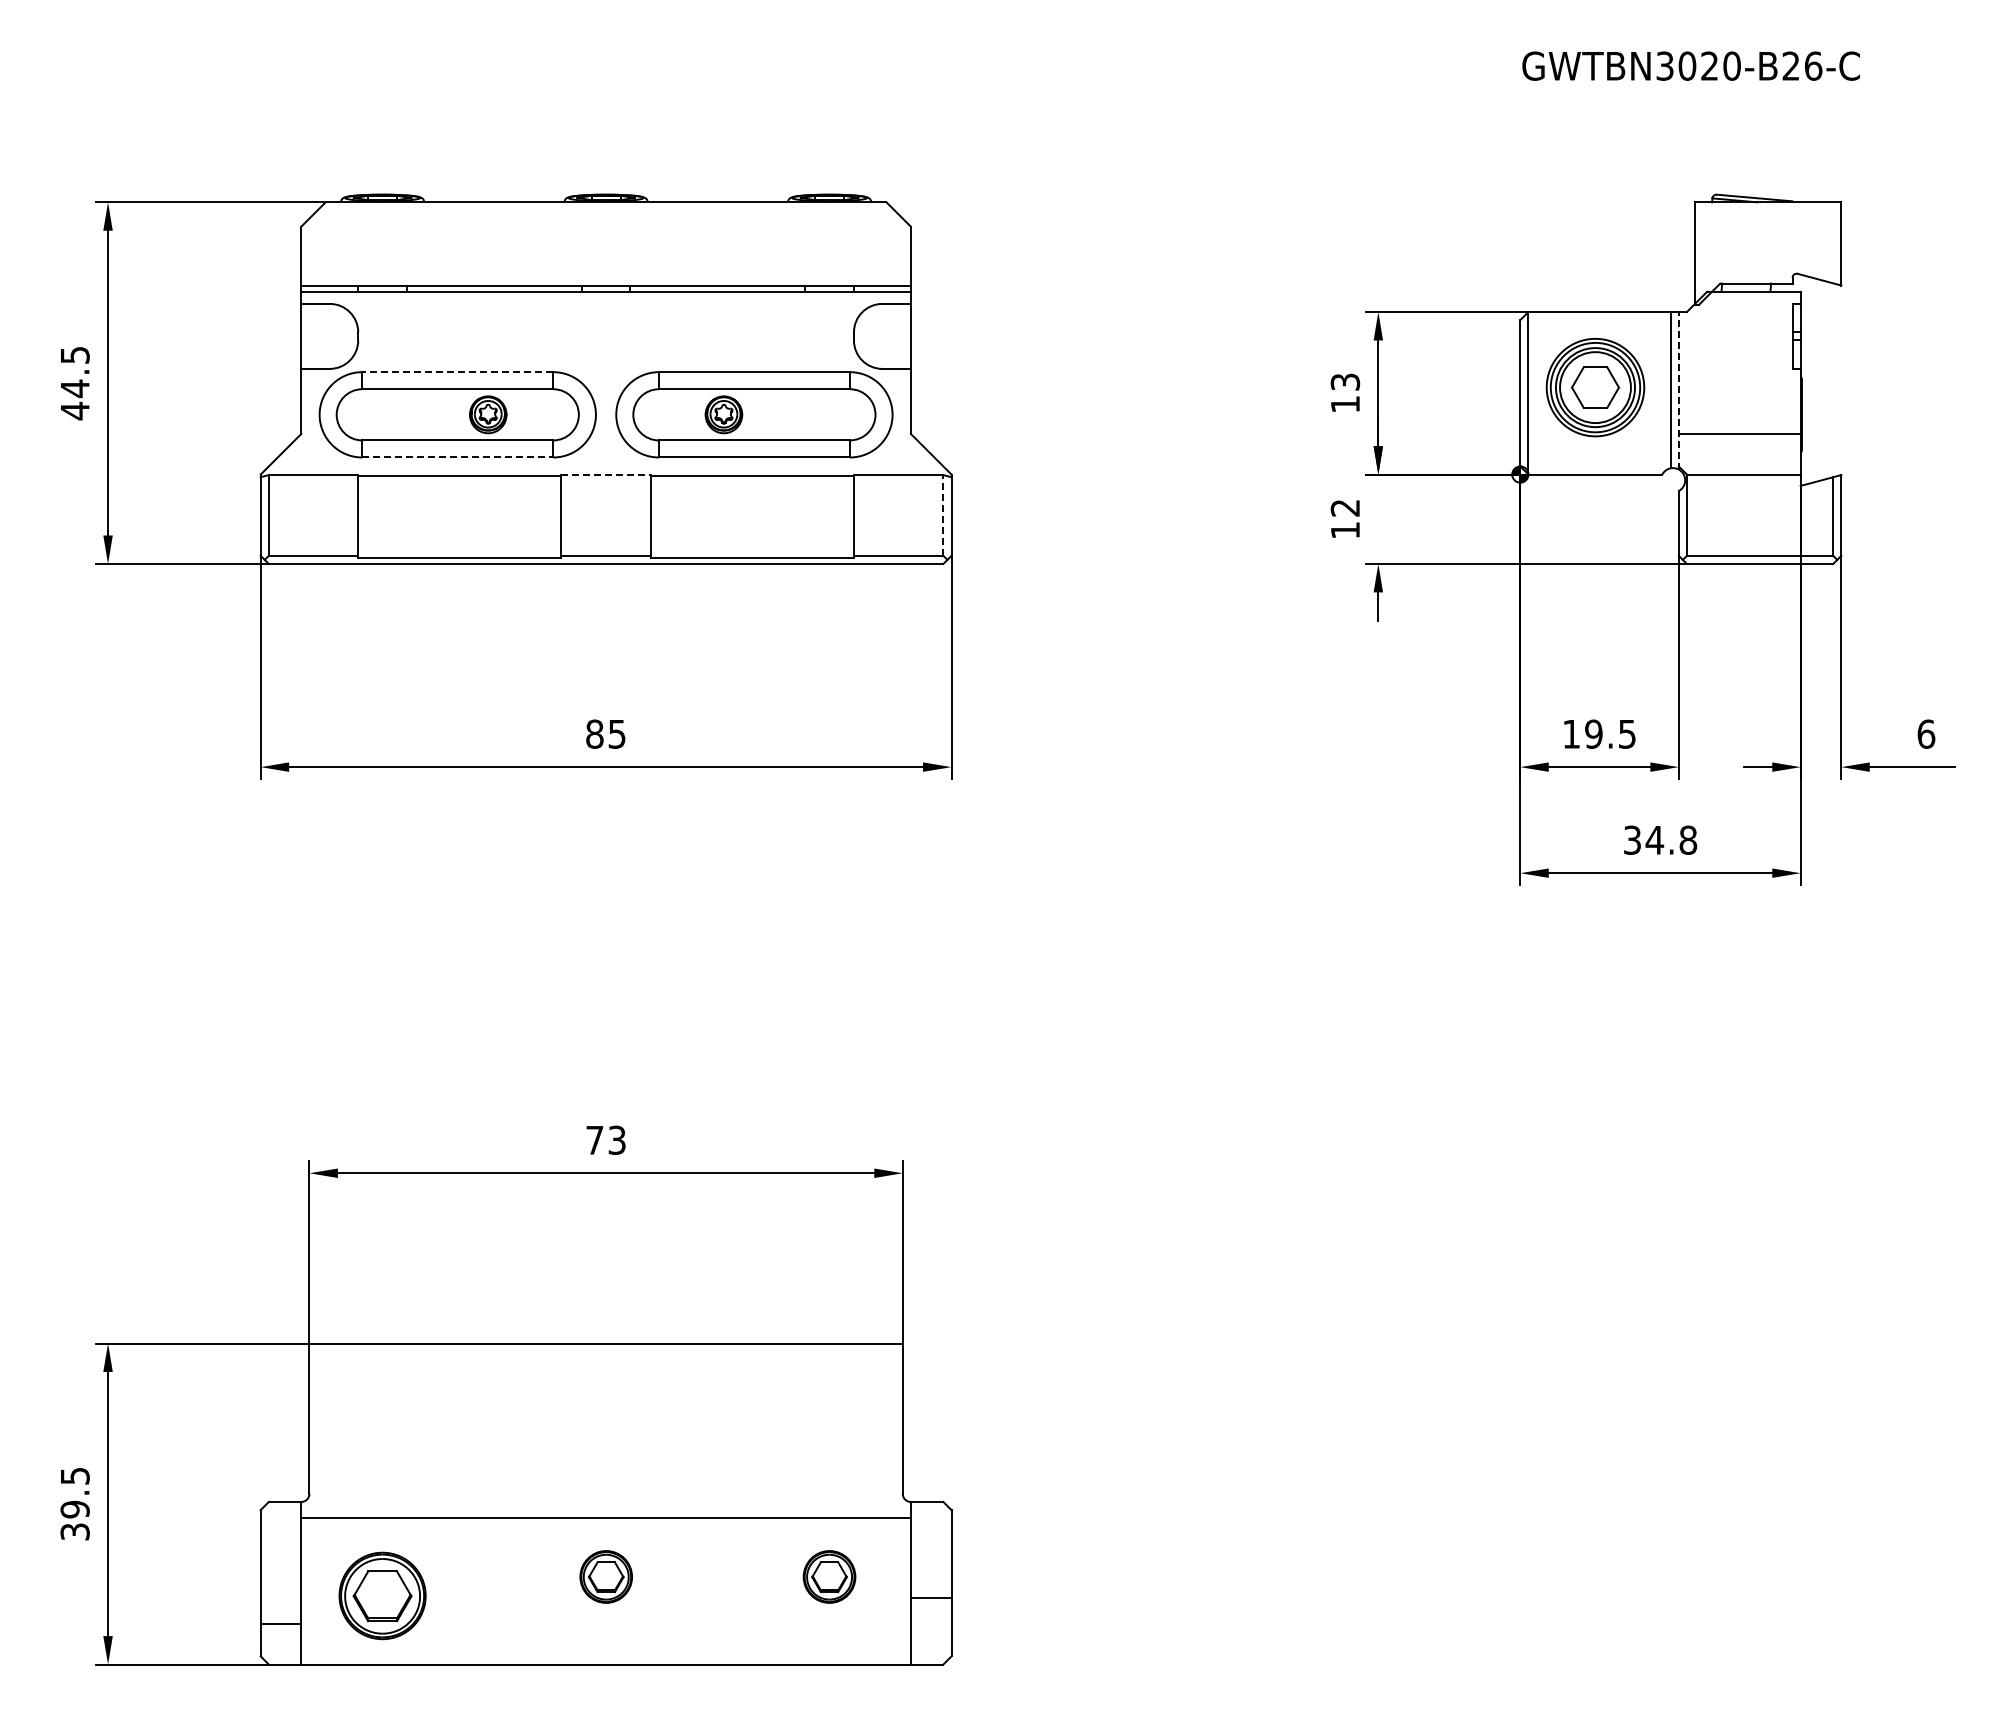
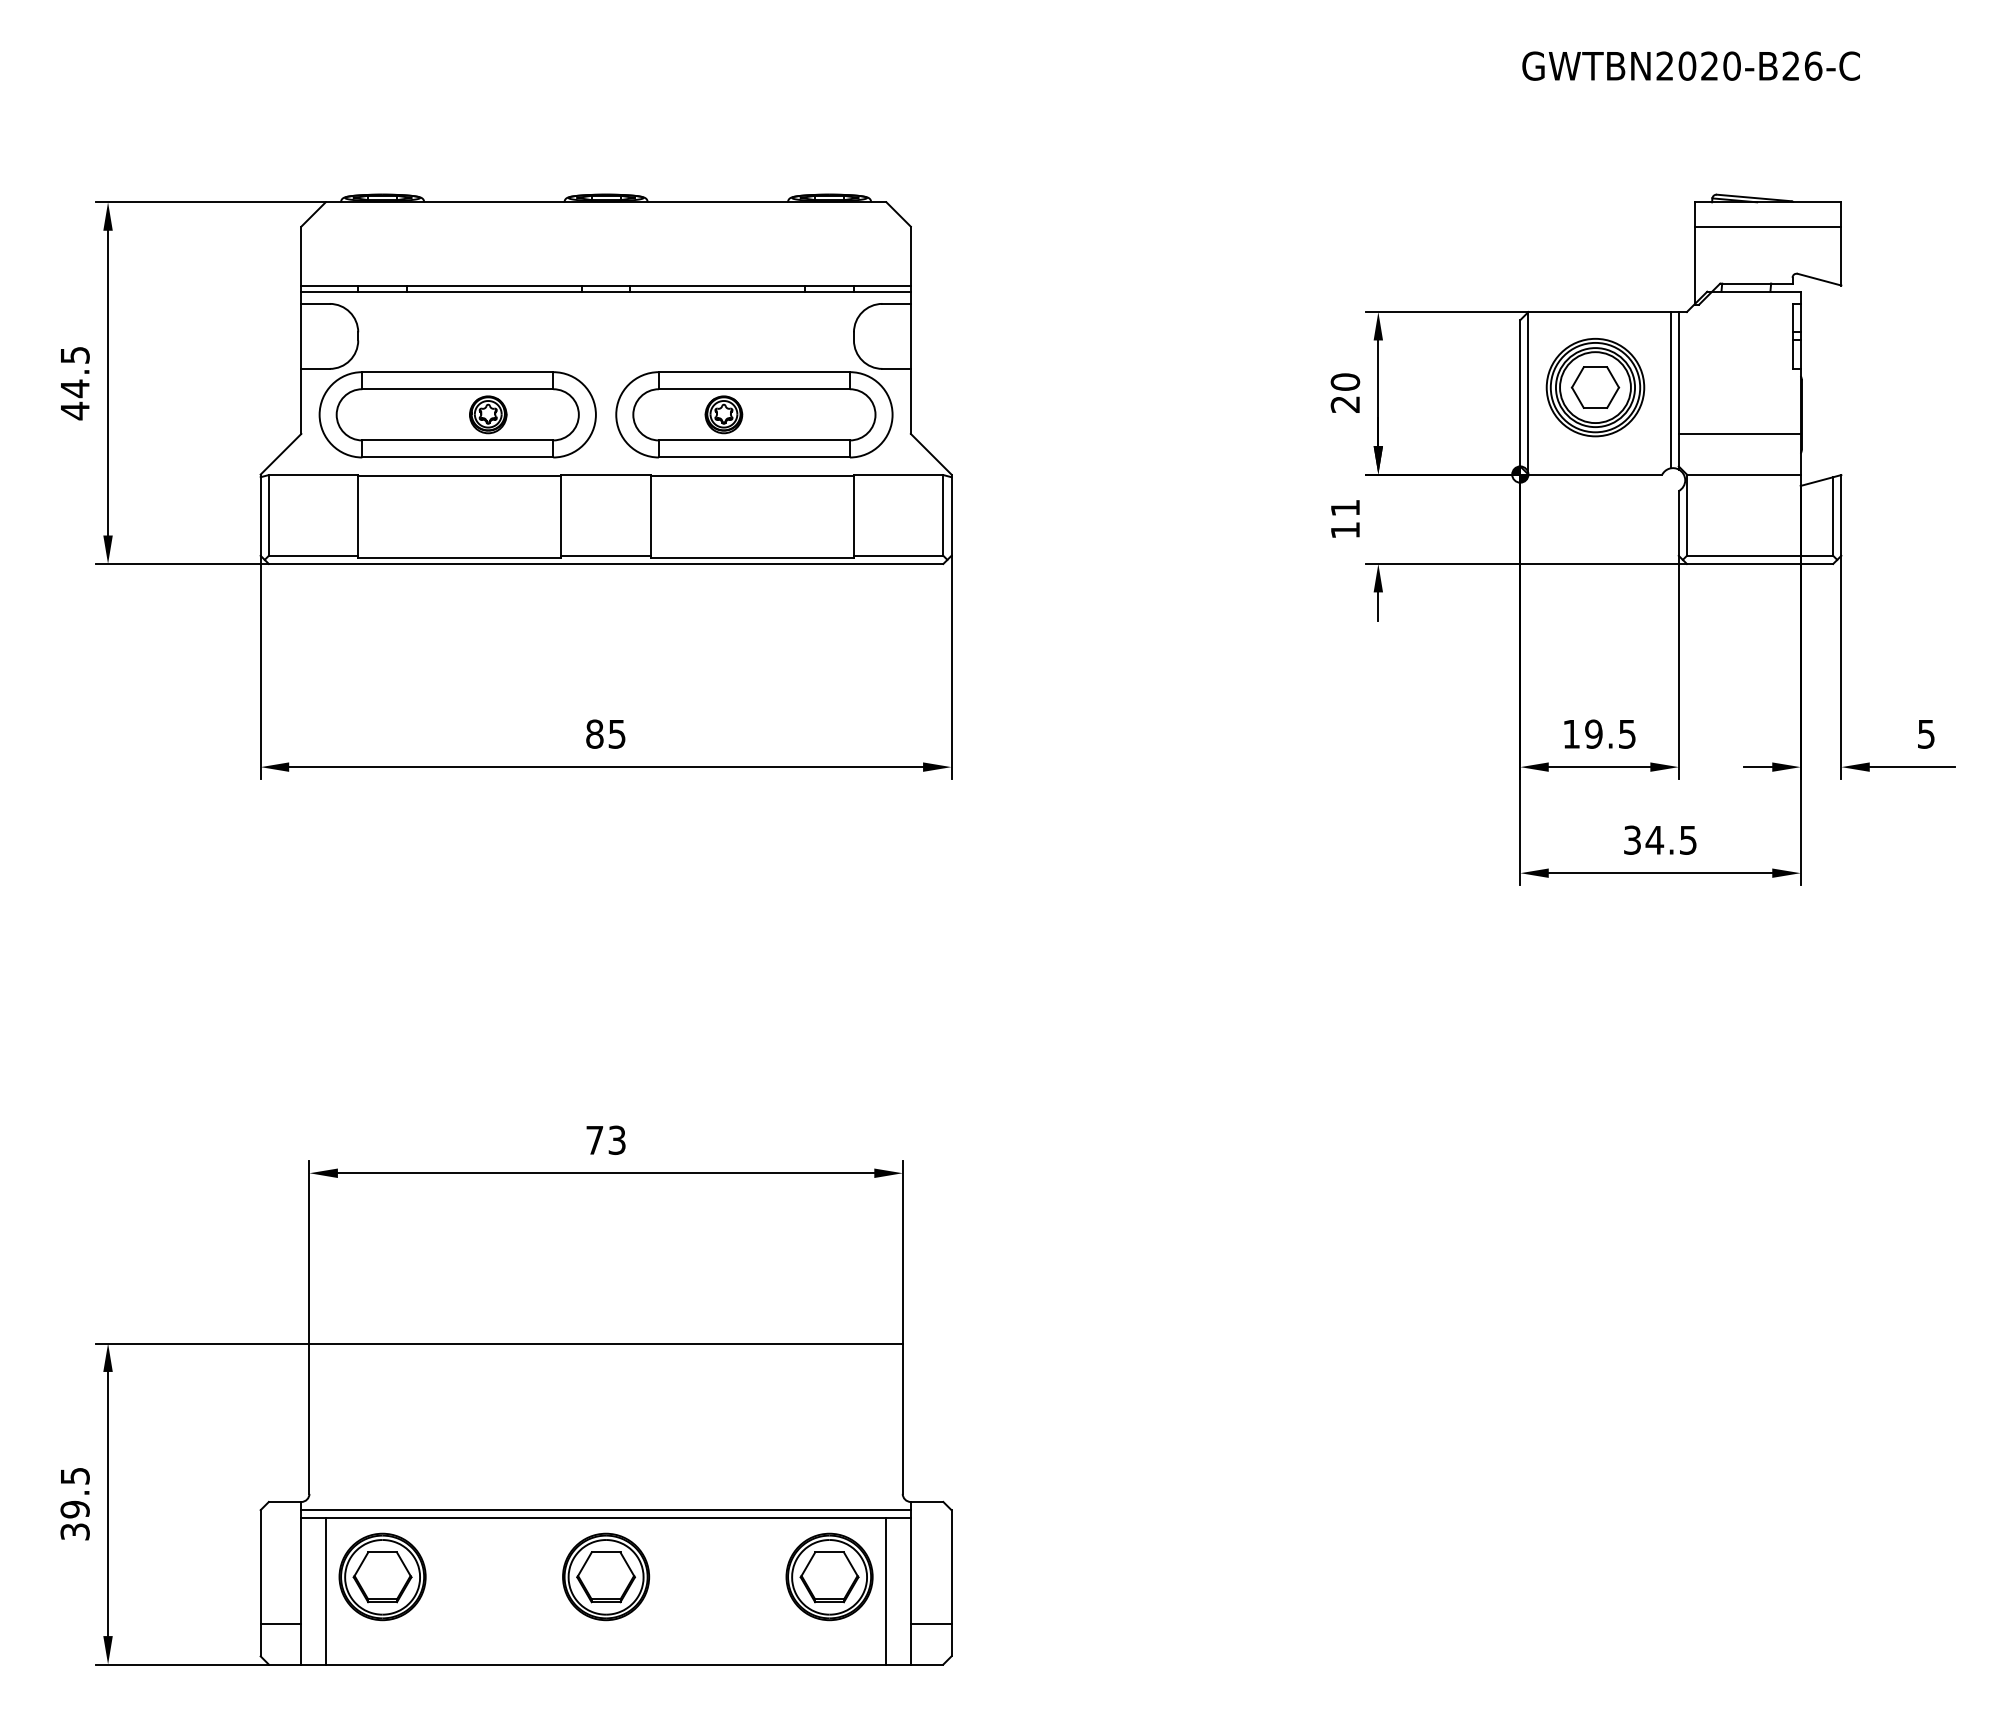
text at (1664, 65): GWTBN3020-B26-C -> GWTBN2020-B26-C
line at (1768, 226): none -> present
line at (457, 372): dashed -> solid
line at (1678, 390): dashed -> solid
text at (1345, 392): 13 -> 20
line at (458, 457): dashed -> solid
line at (606, 475): dashed -> solid
text at (1344, 508): 12 -> 11
line at (943, 514): dashed -> solid
text at (1926, 733): 6 -> 5
text at (1688, 839): 34.8 -> 34.5
line at (605, 1510): none -> present
part at (605, 1576) size: 54x54 px -> 89x90 px
part at (829, 1576) size: 55x54 px -> 89x90 px
line at (325, 1591): none -> present
line at (886, 1591): none -> present
part at (382, 1595) position: (382, 1595) -> (382, 1576)
line at (930, 1597) position: (930, 1597) -> (930, 1623)
